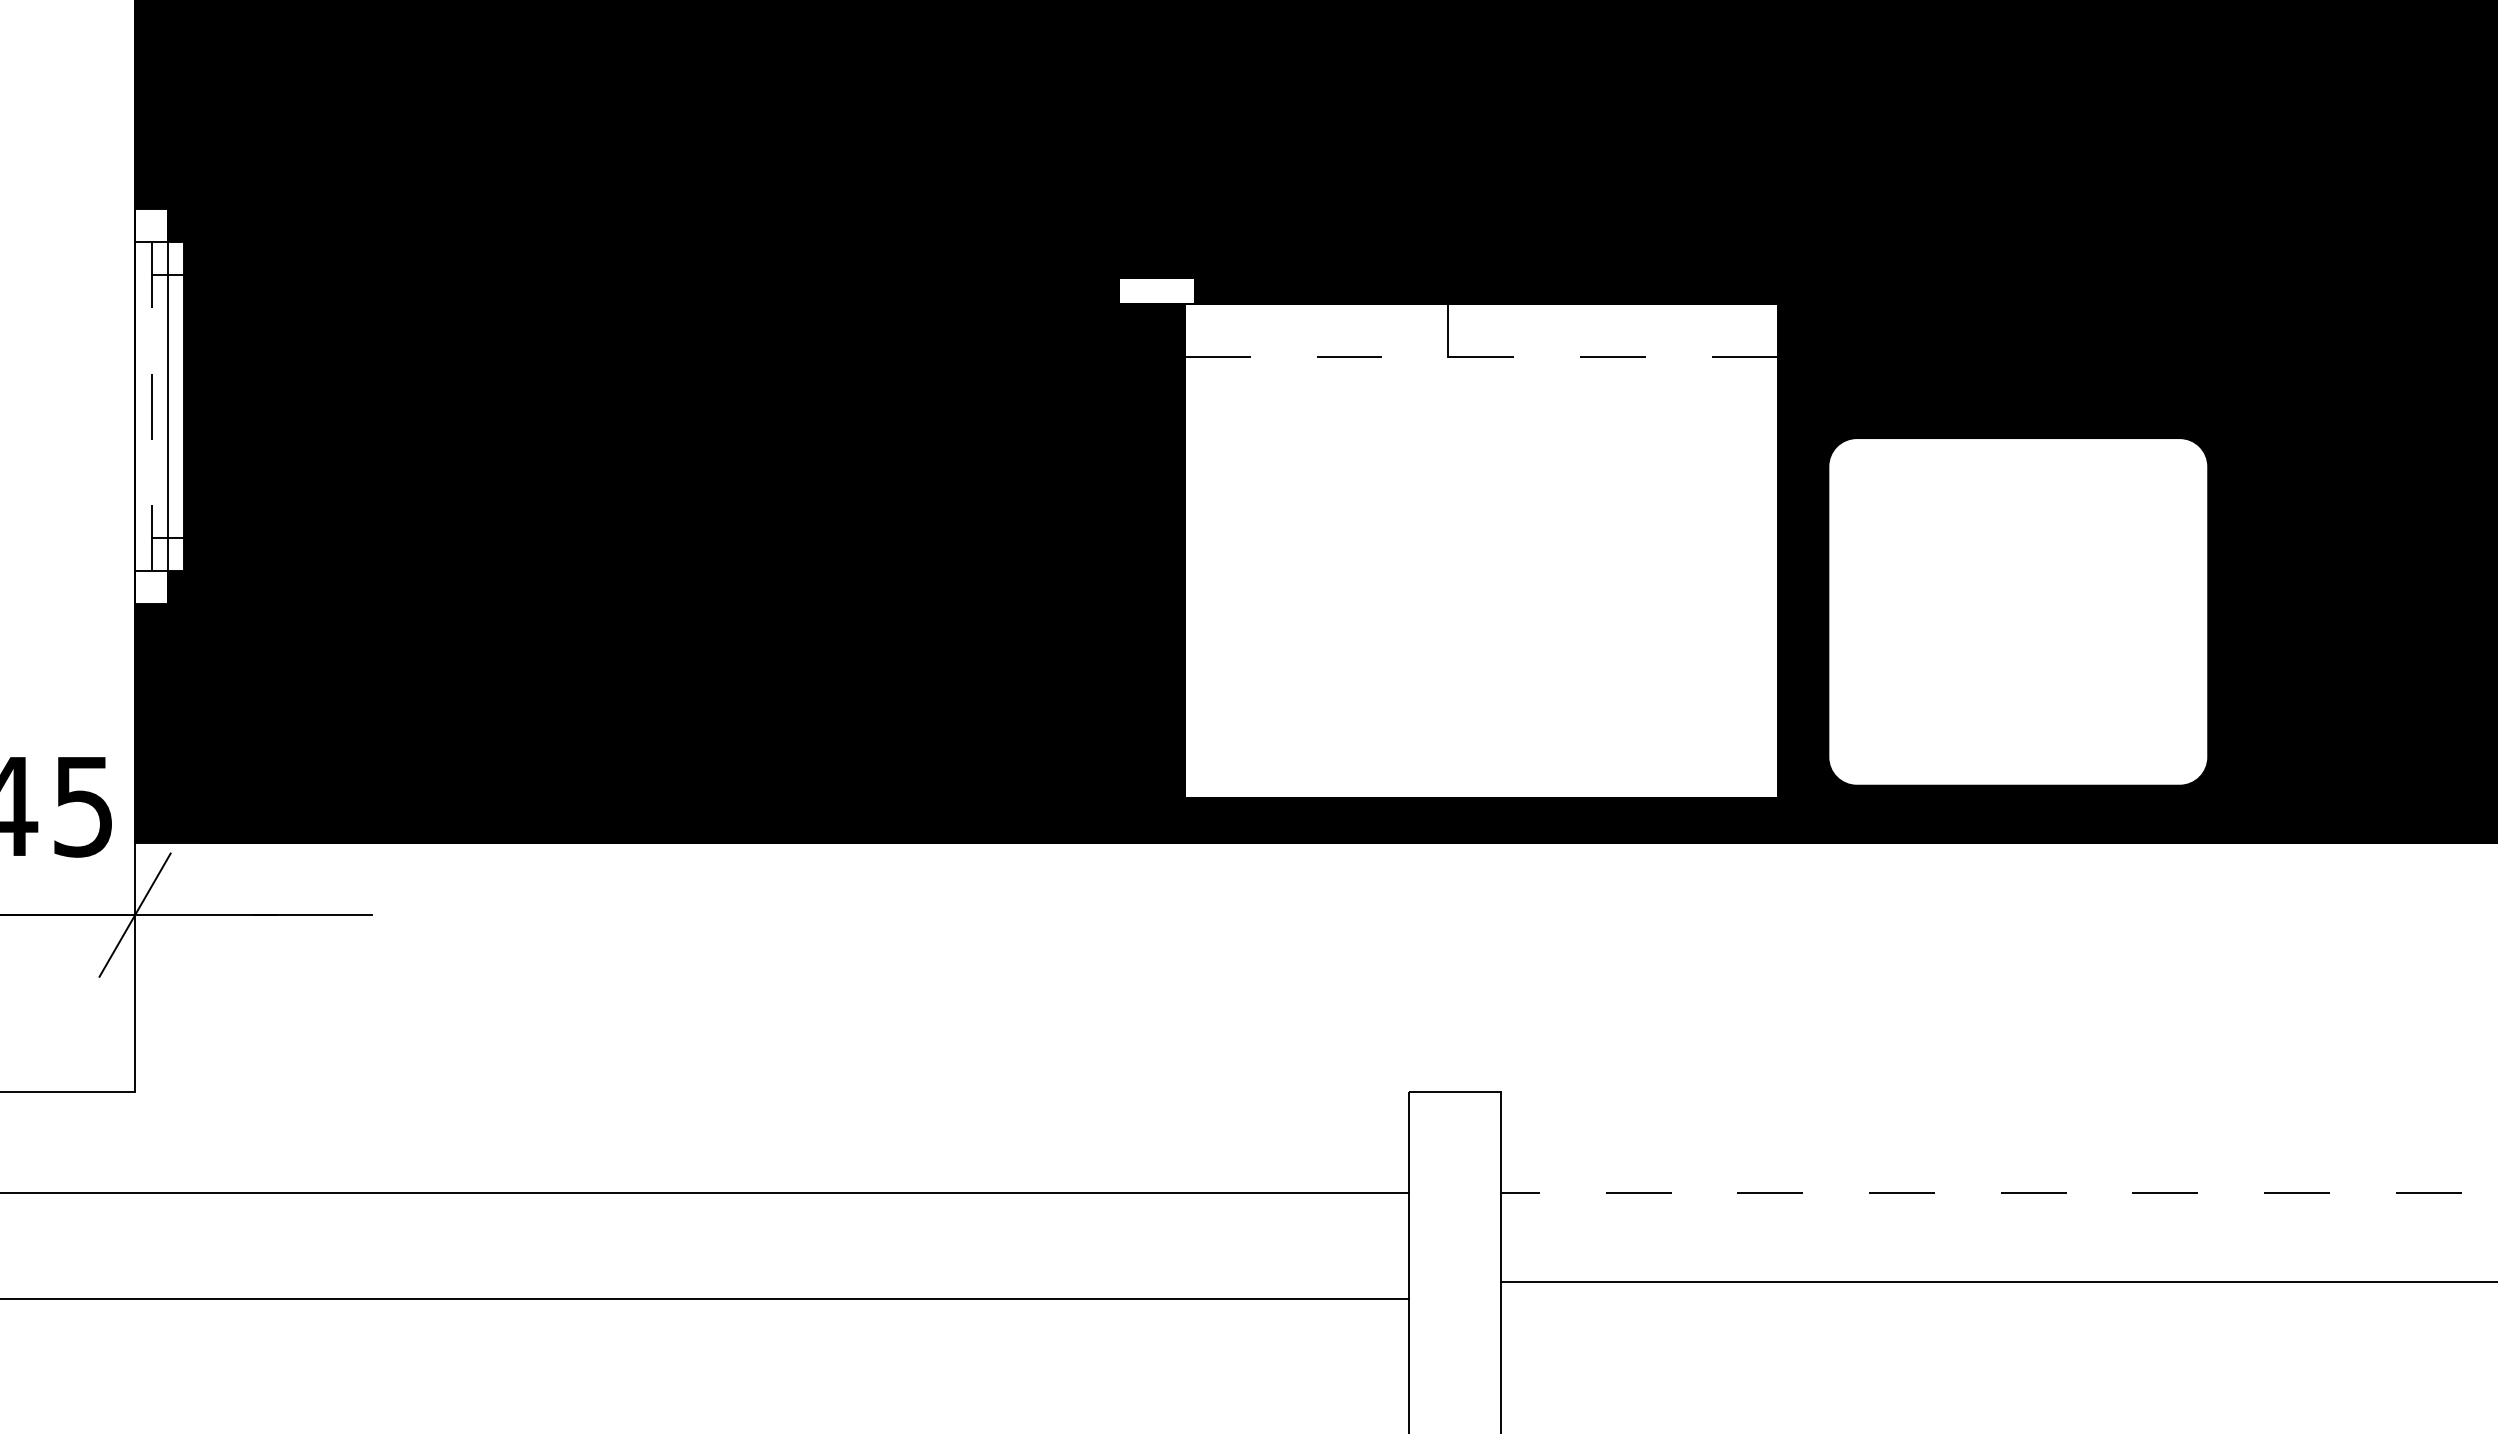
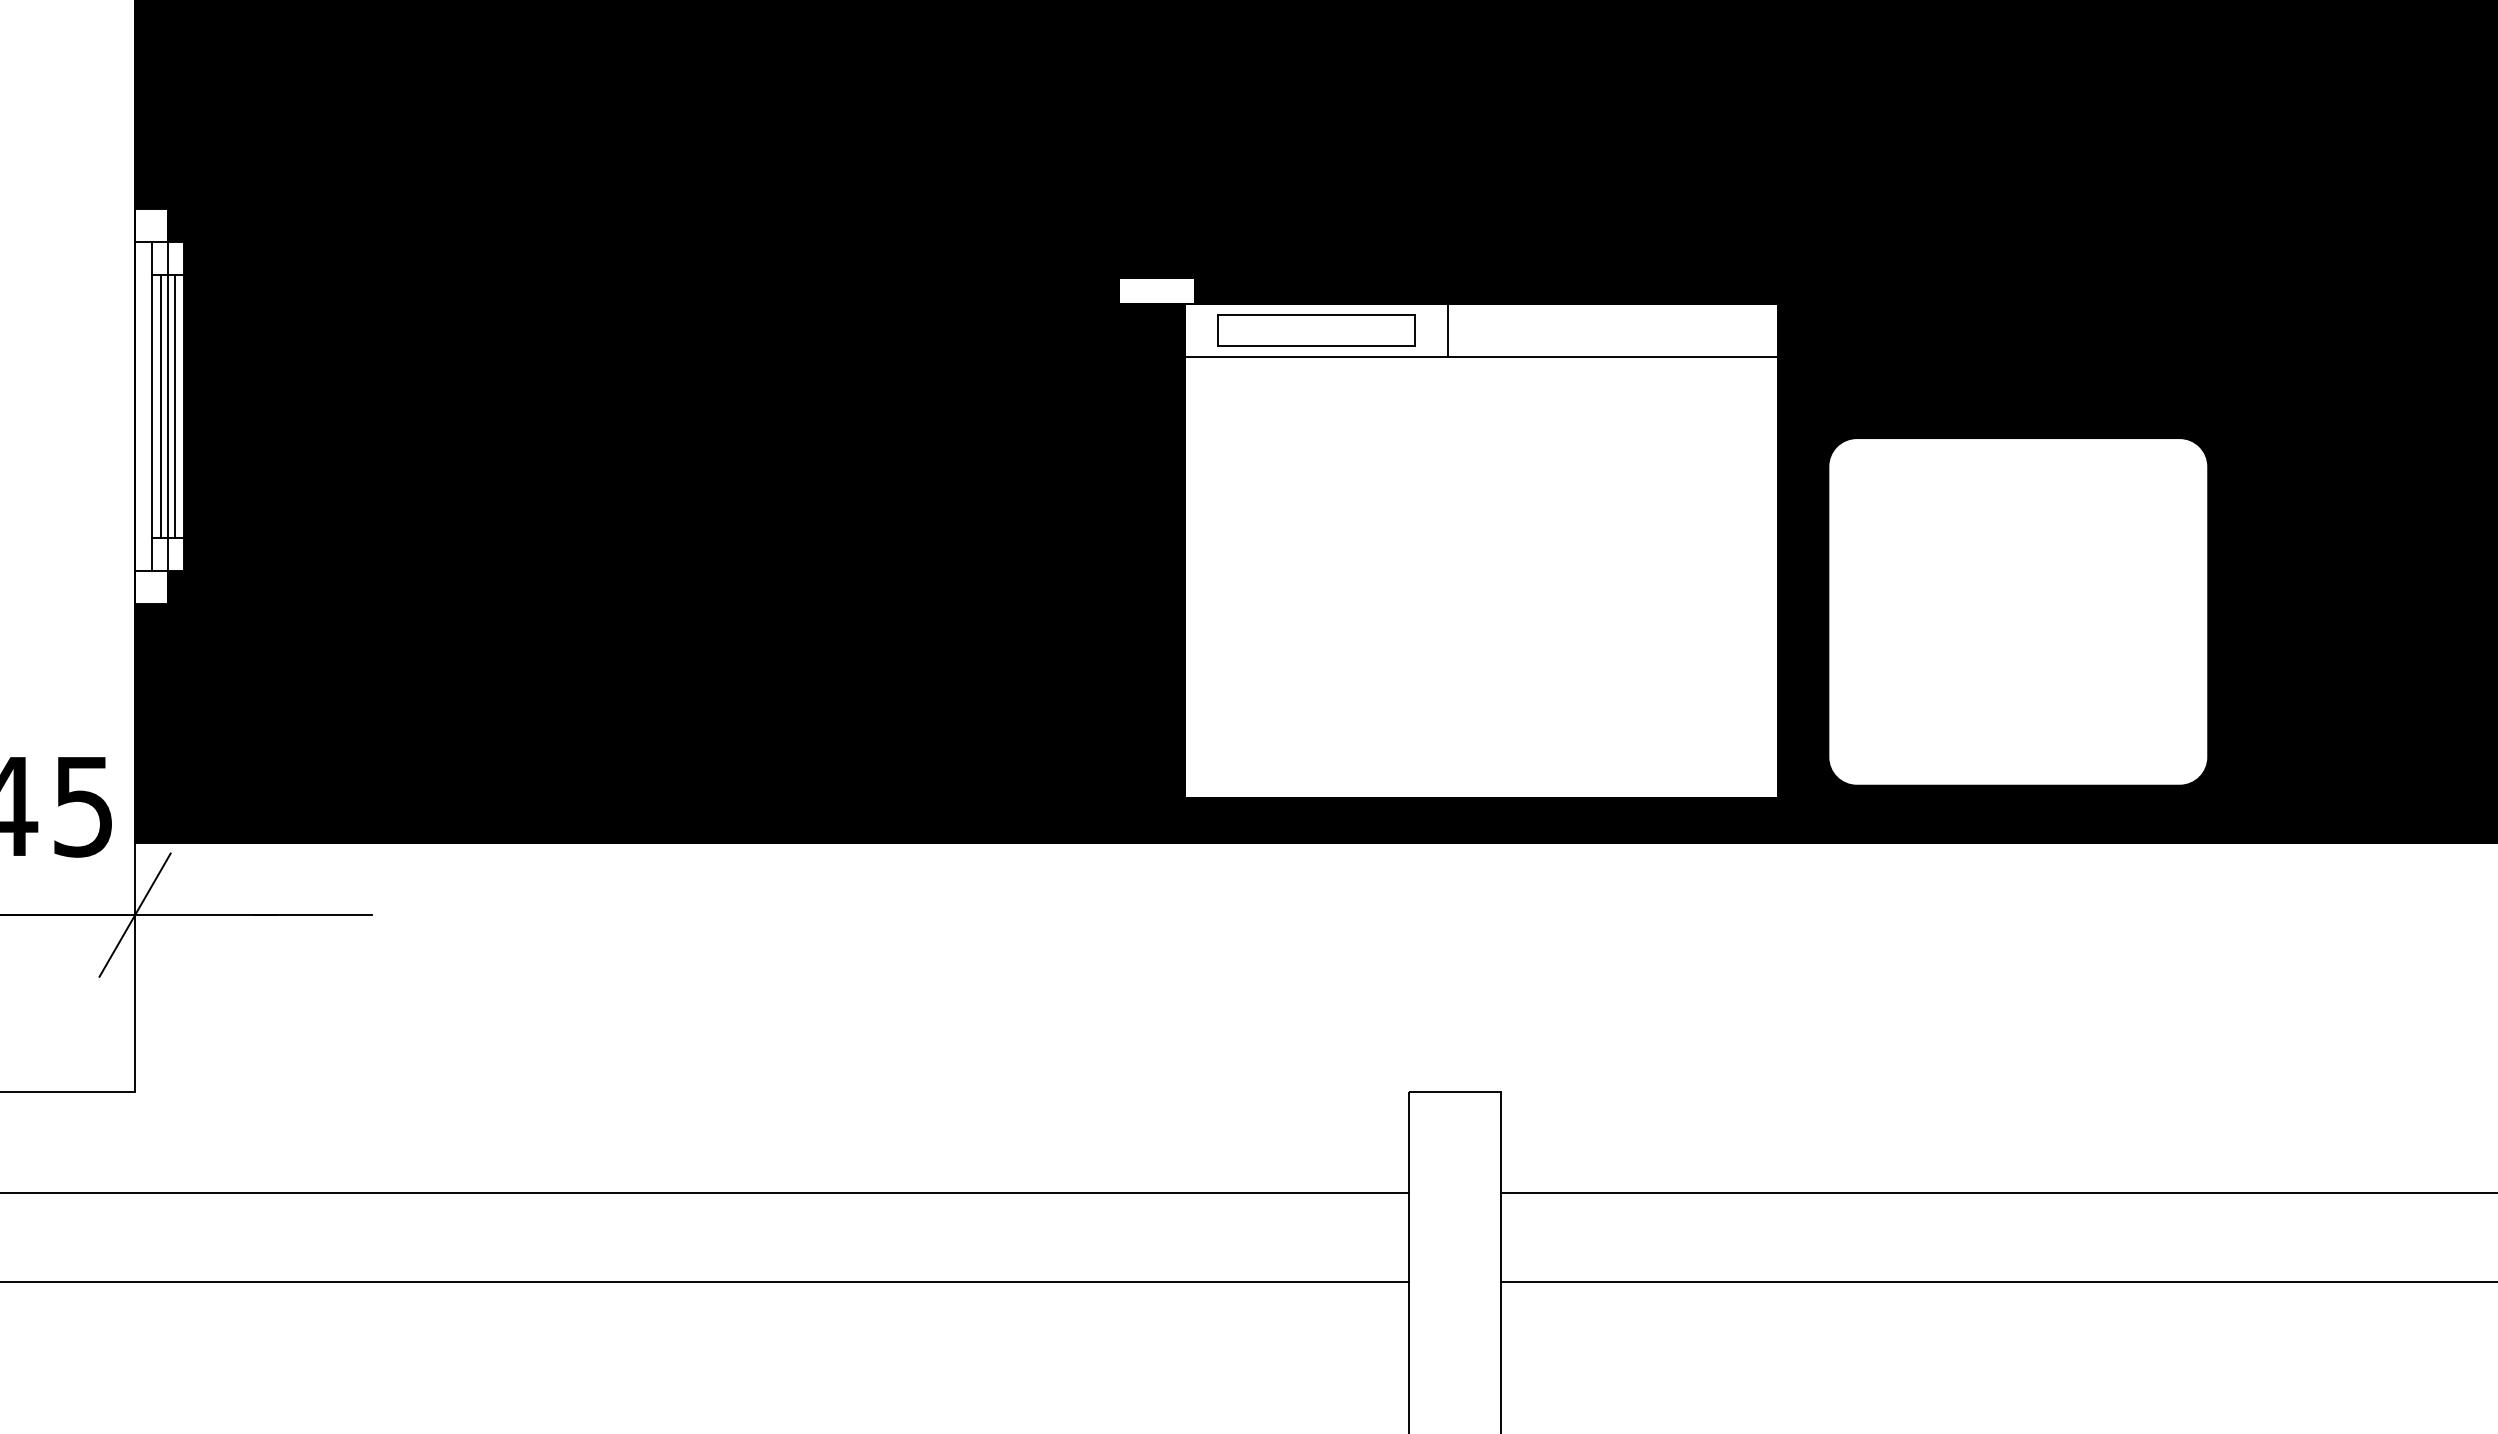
part at (1316, 330): none -> present
line at (1481, 356): dashed -> solid
line at (151, 406): dashed -> solid
line at (161, 406): none -> present
line at (174, 406): none -> present
line at (1999, 1192): dashed -> solid
line at (705, 1298) position: (705, 1298) -> (705, 1281)
